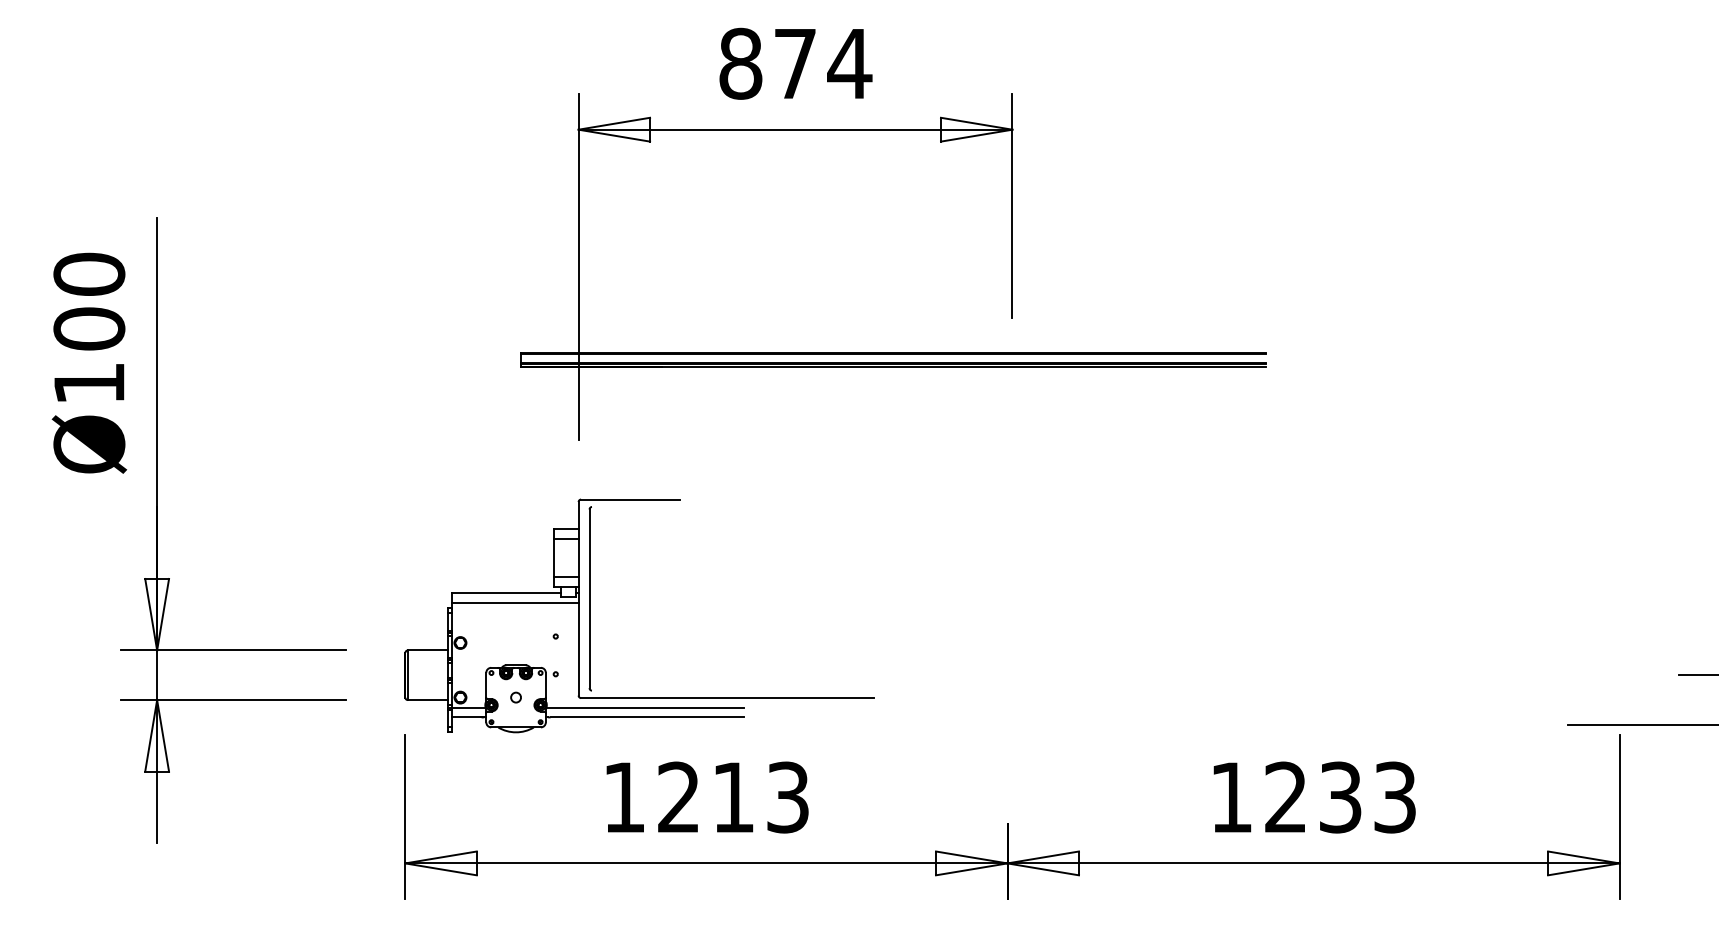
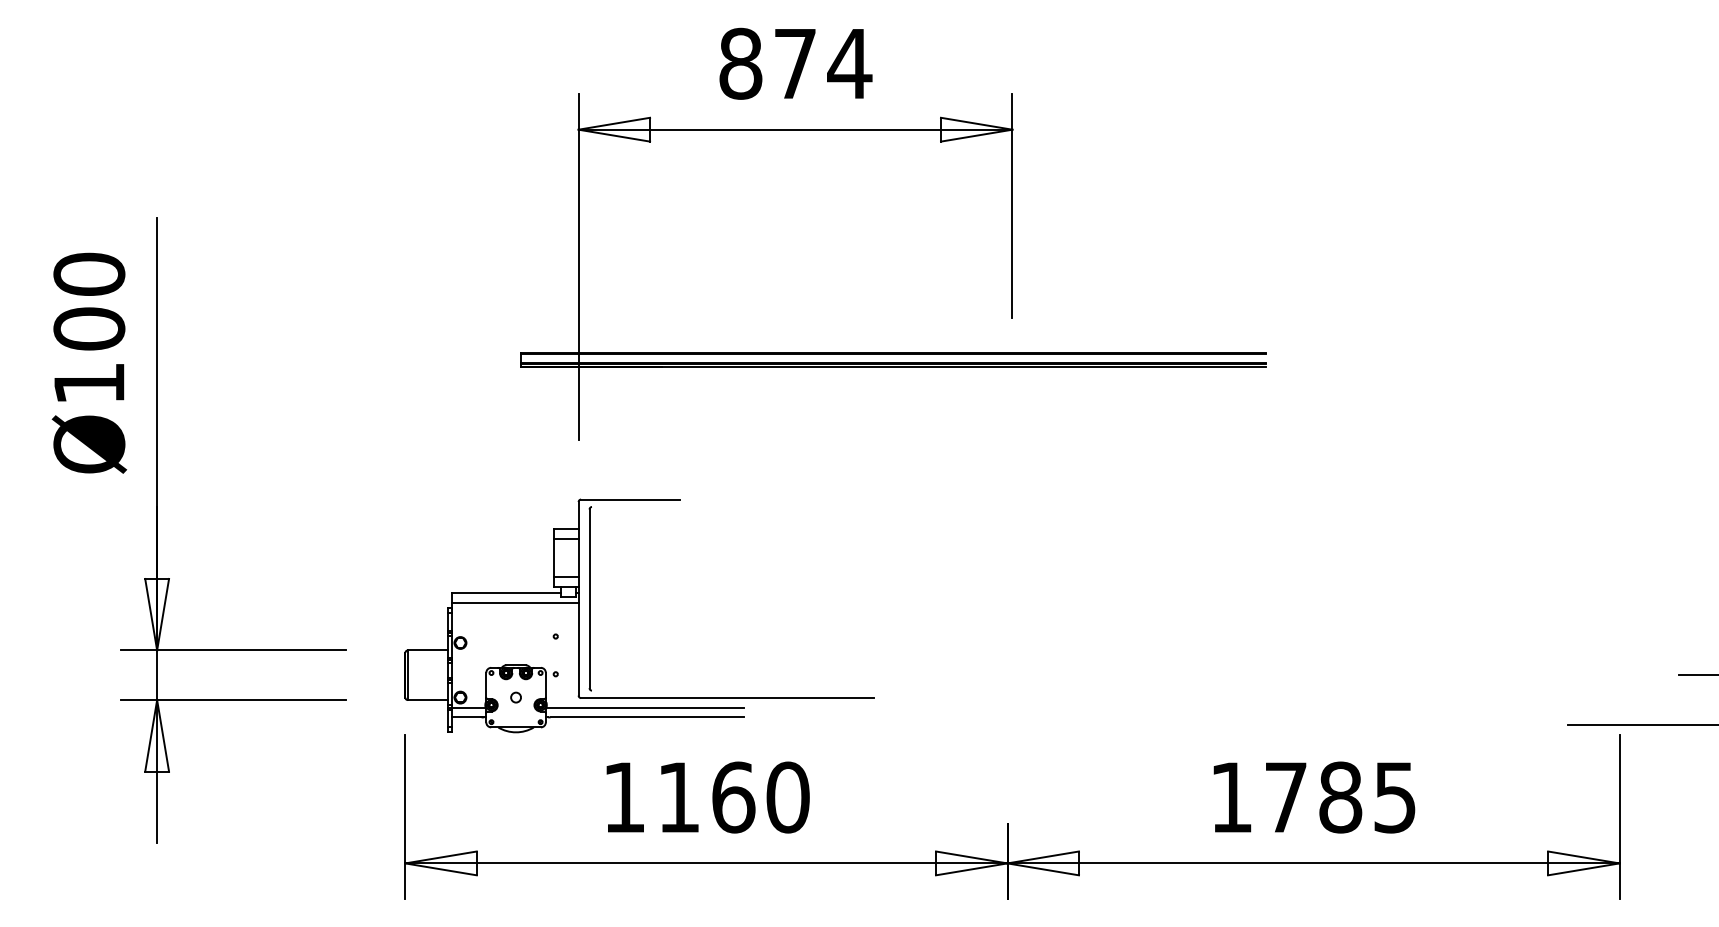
text at (733, 797): 1213 -> 1160
text at (1340, 797): 1233 -> 1785
